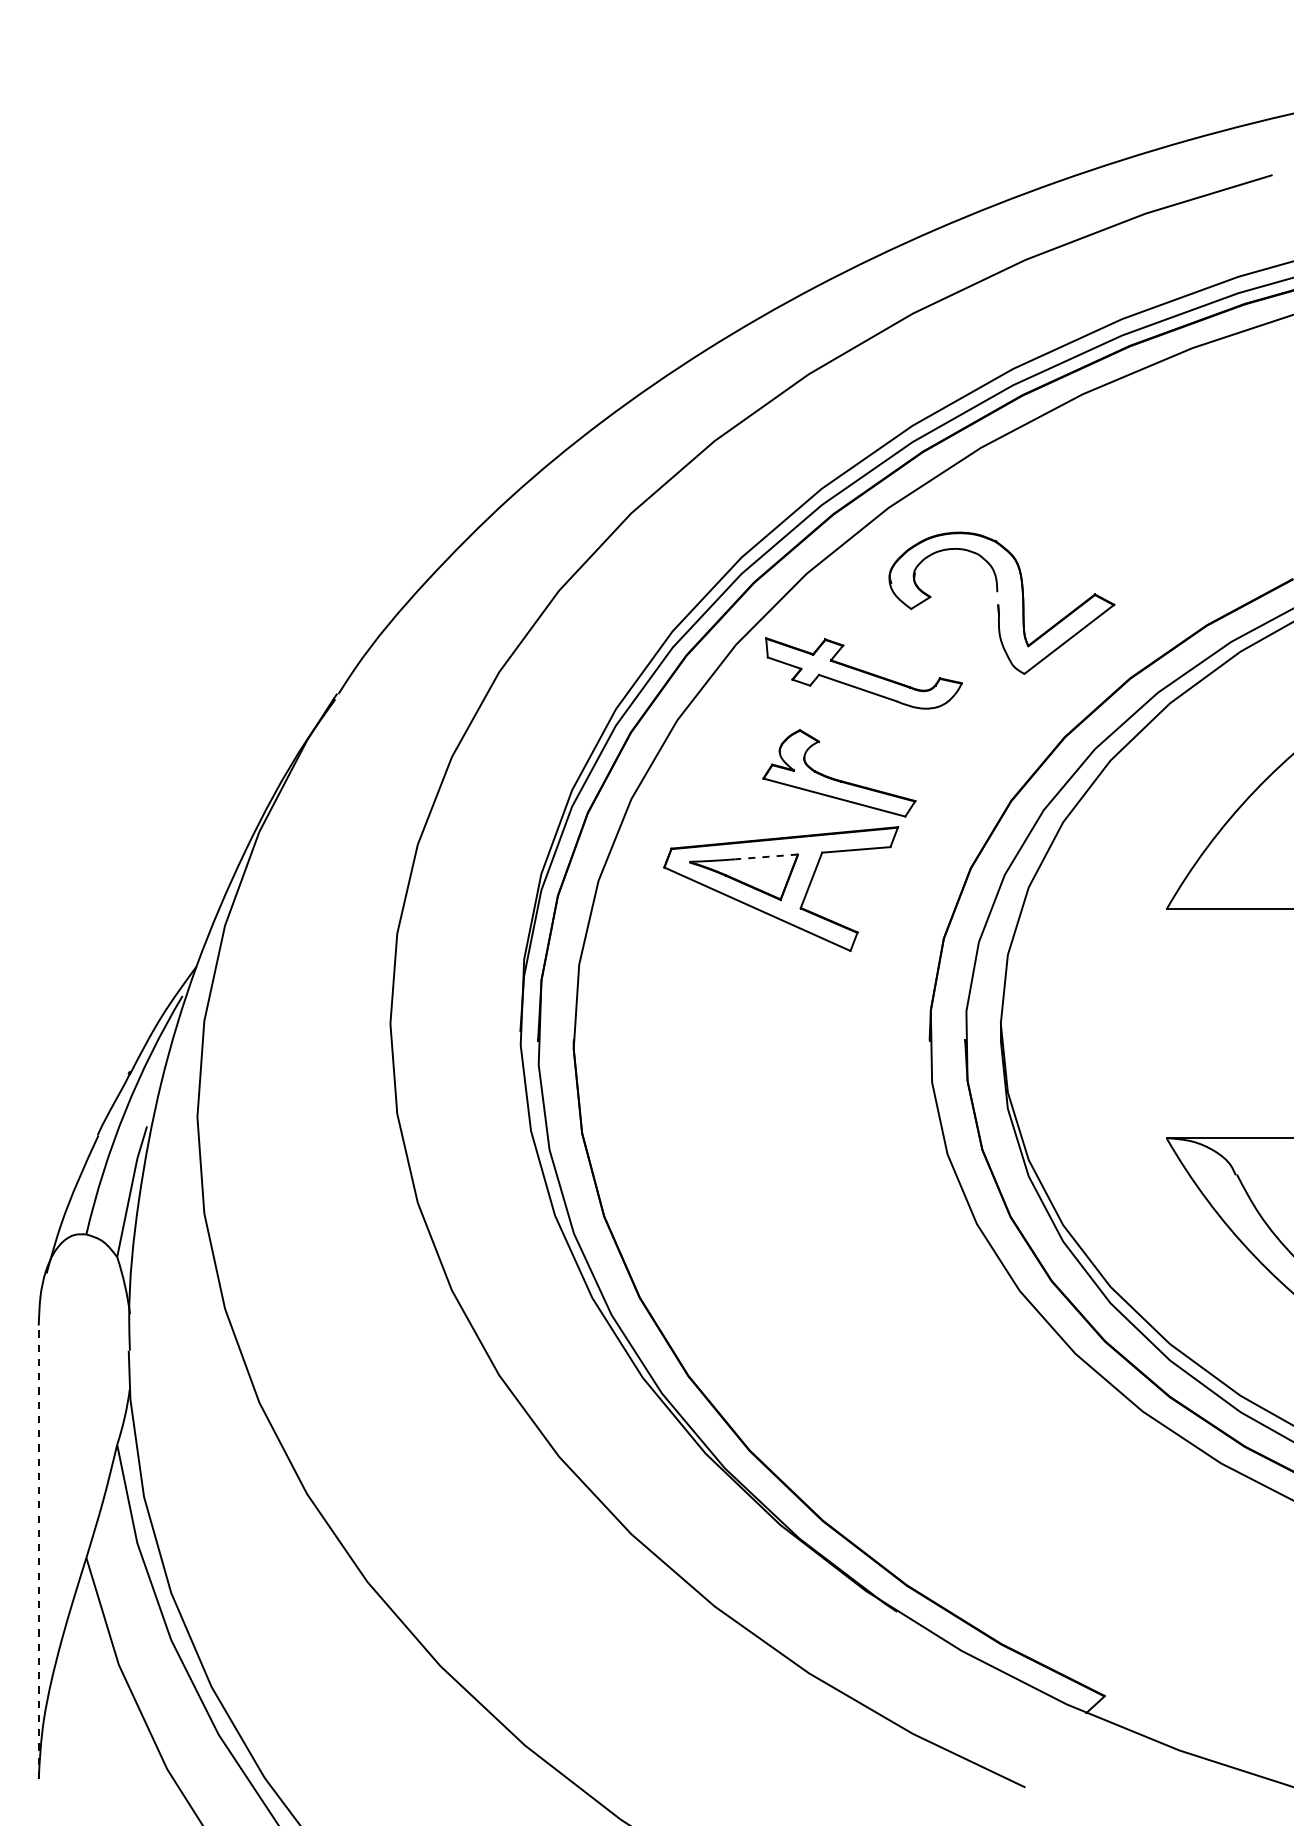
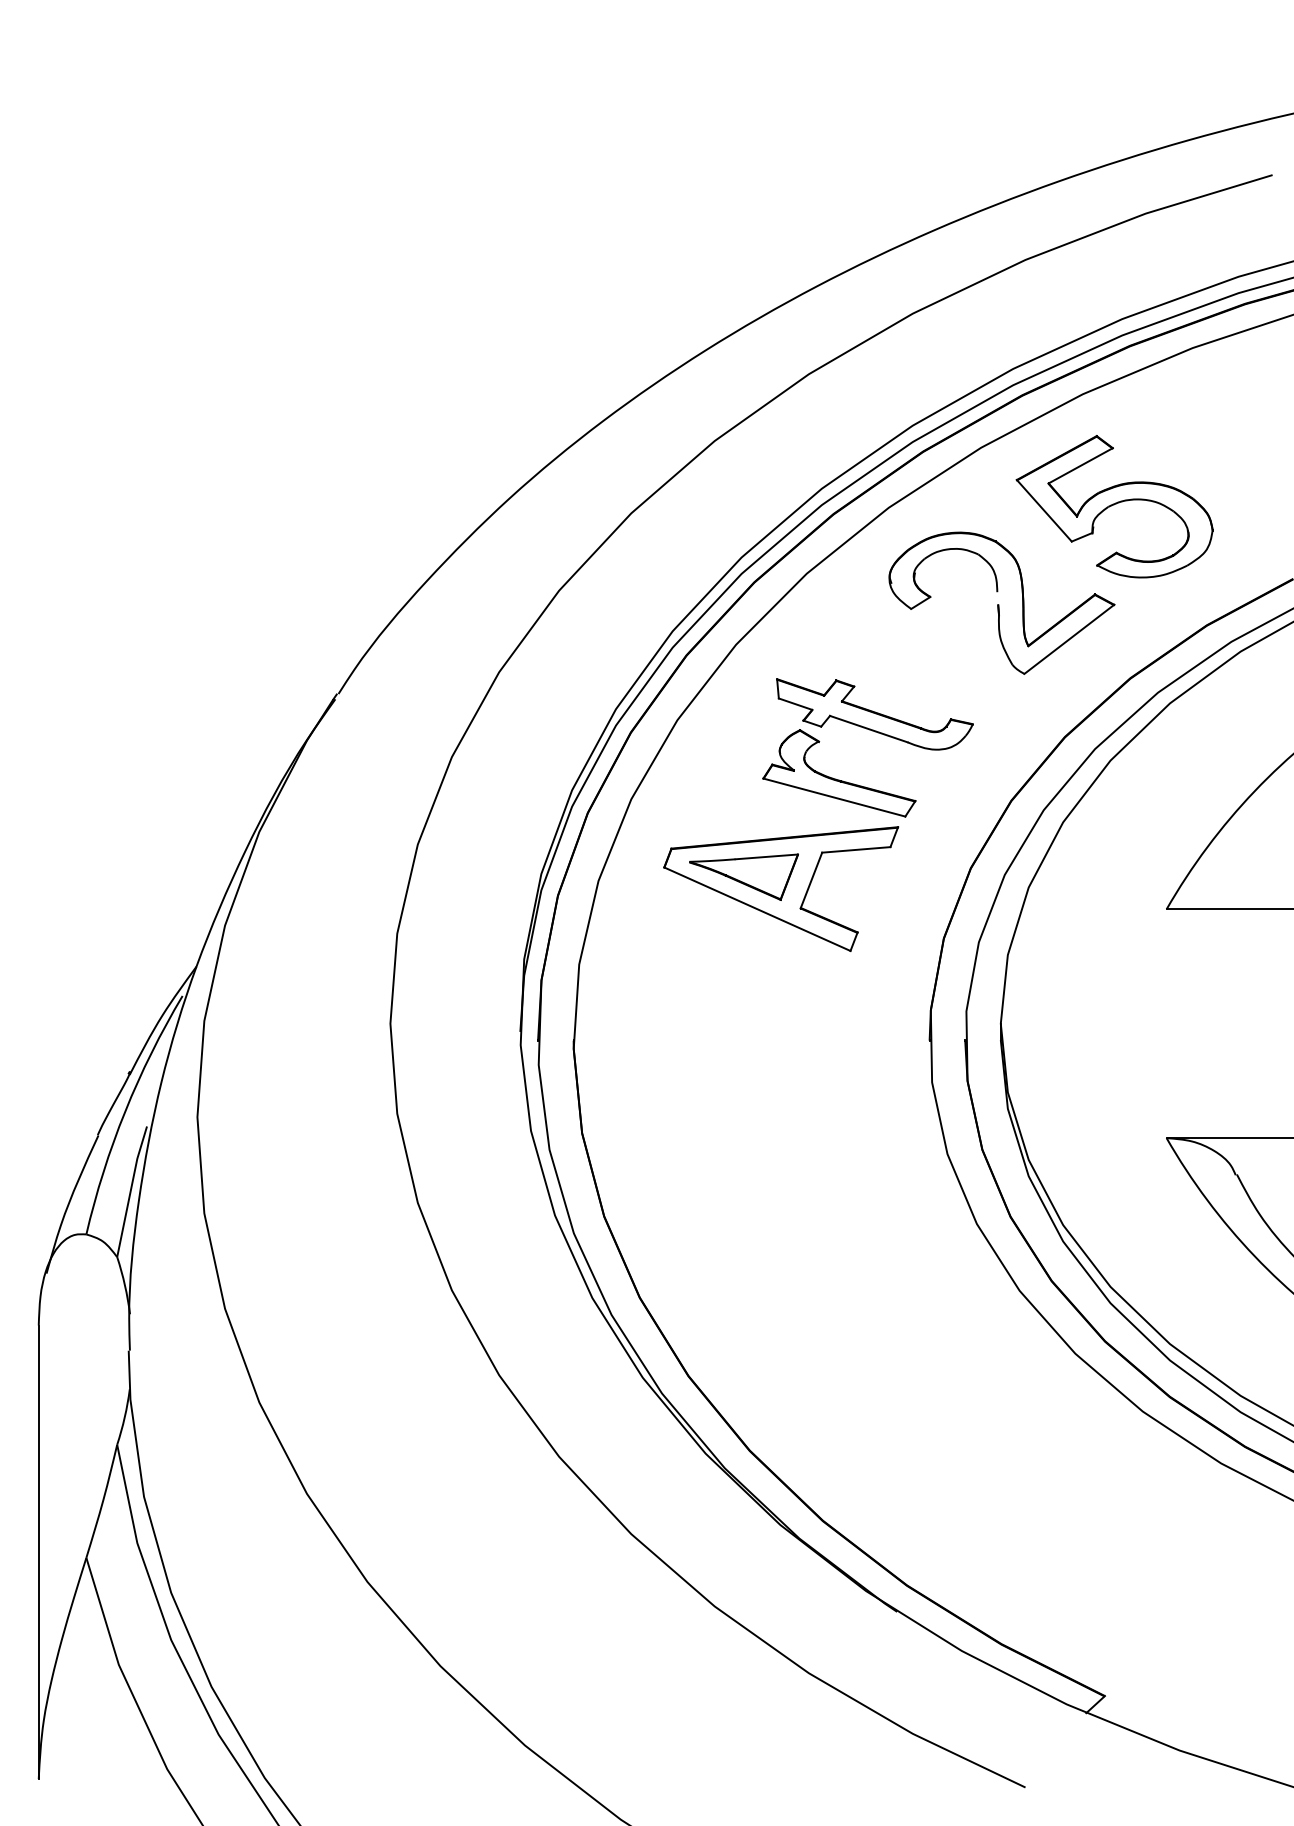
part at (1114, 506): none -> present
part at (863, 673) position: (863, 673) -> (874, 714)
line at (766, 856): dashed -> solid
line at (38, 1552): dashed -> solid
